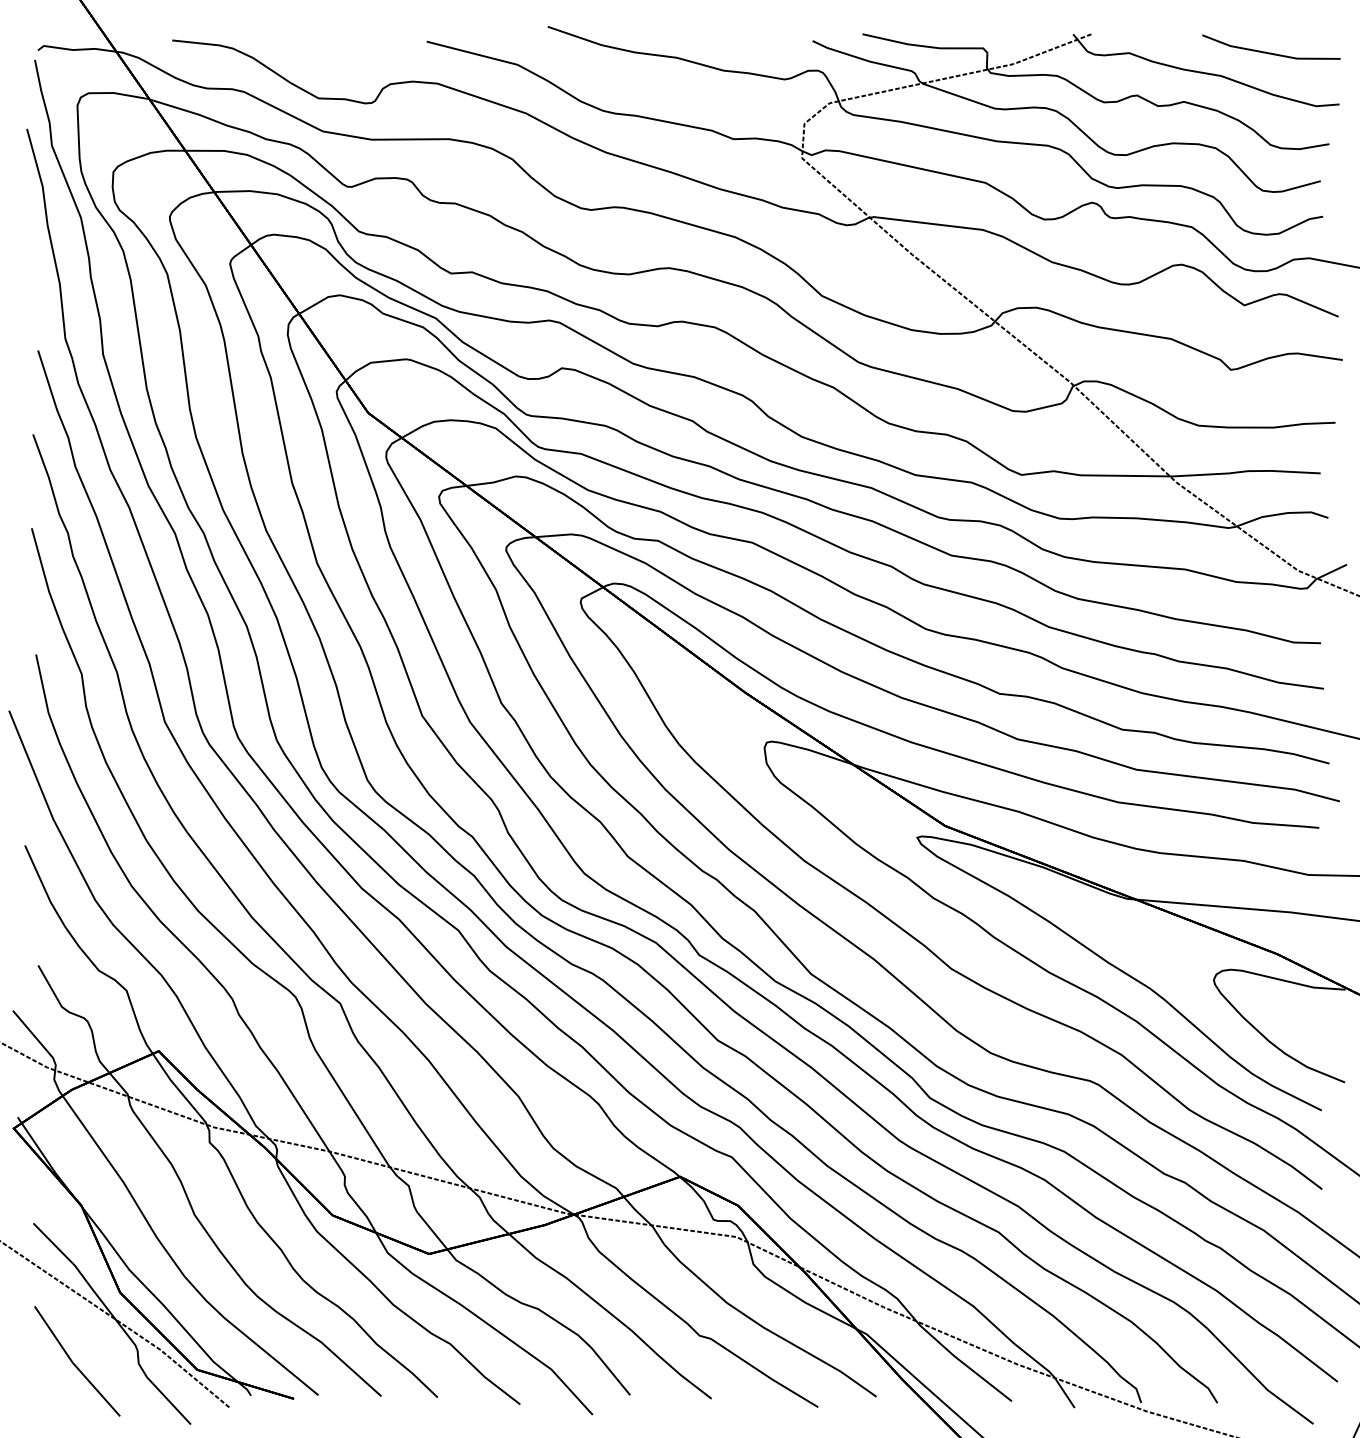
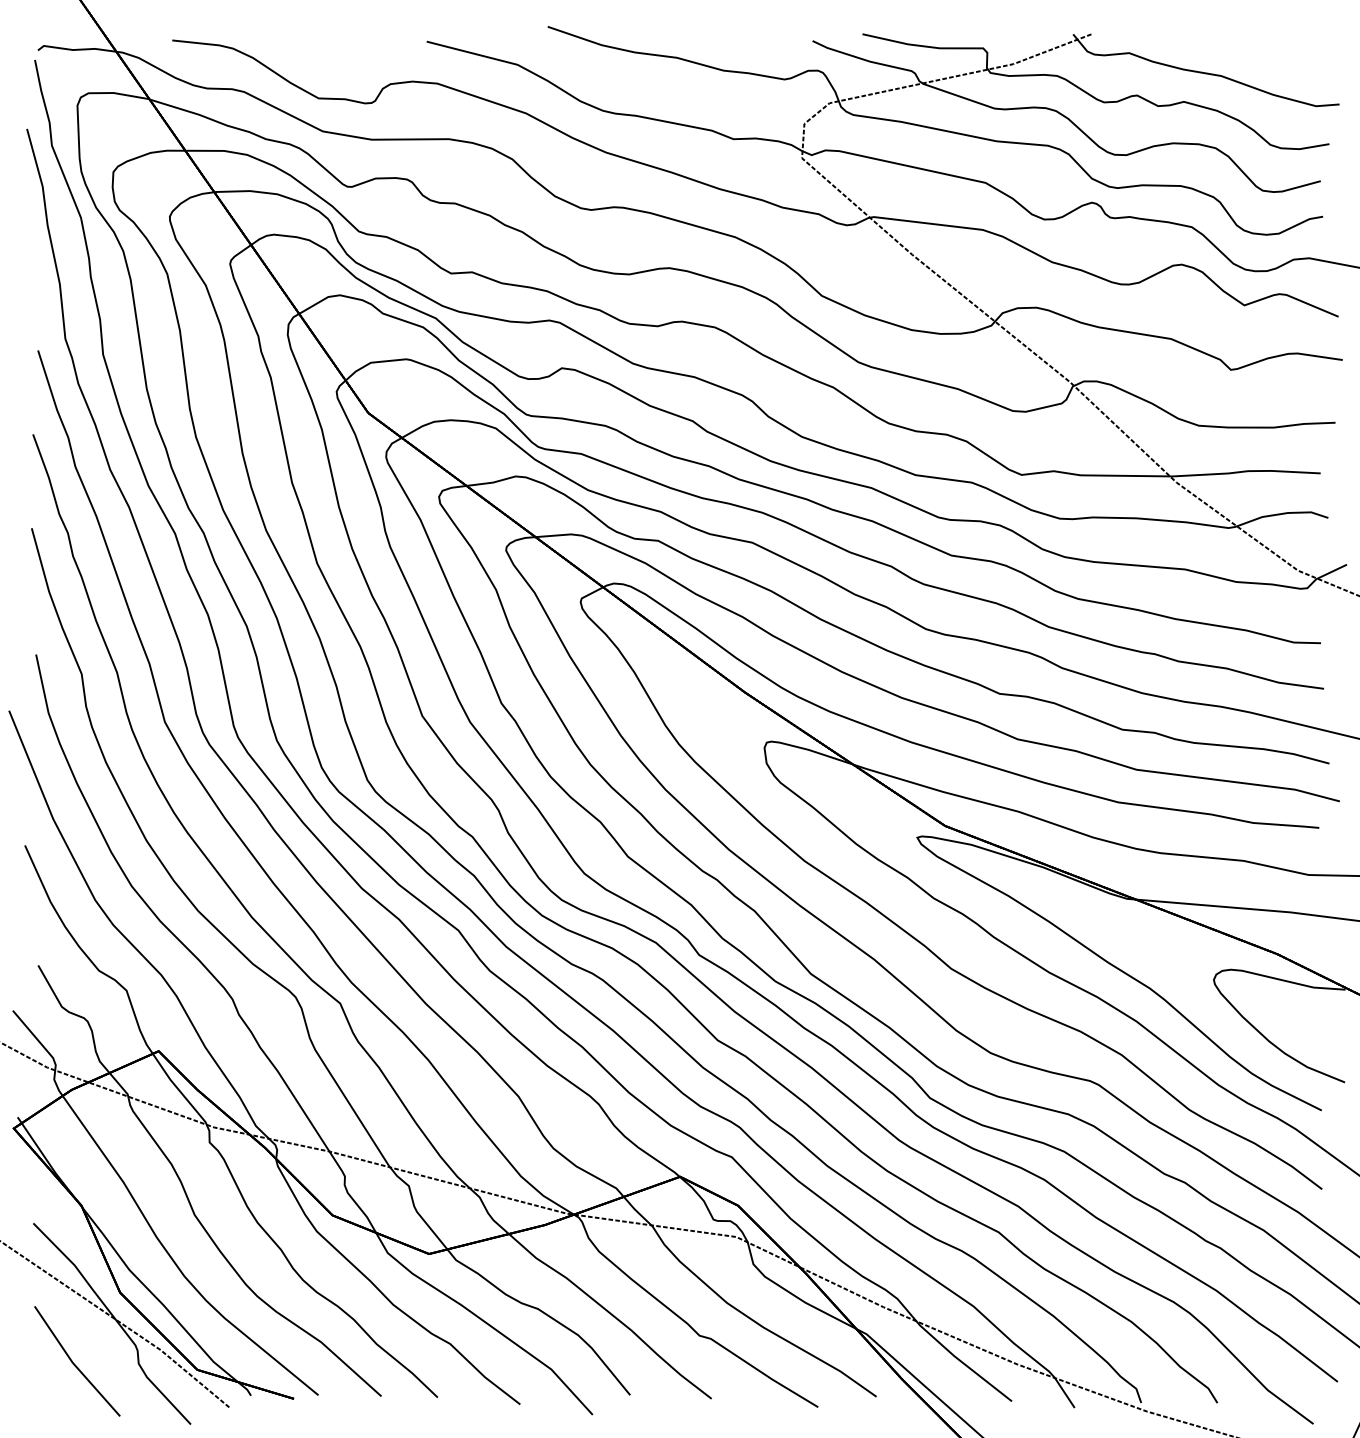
line at (1271, 52): present -> none
